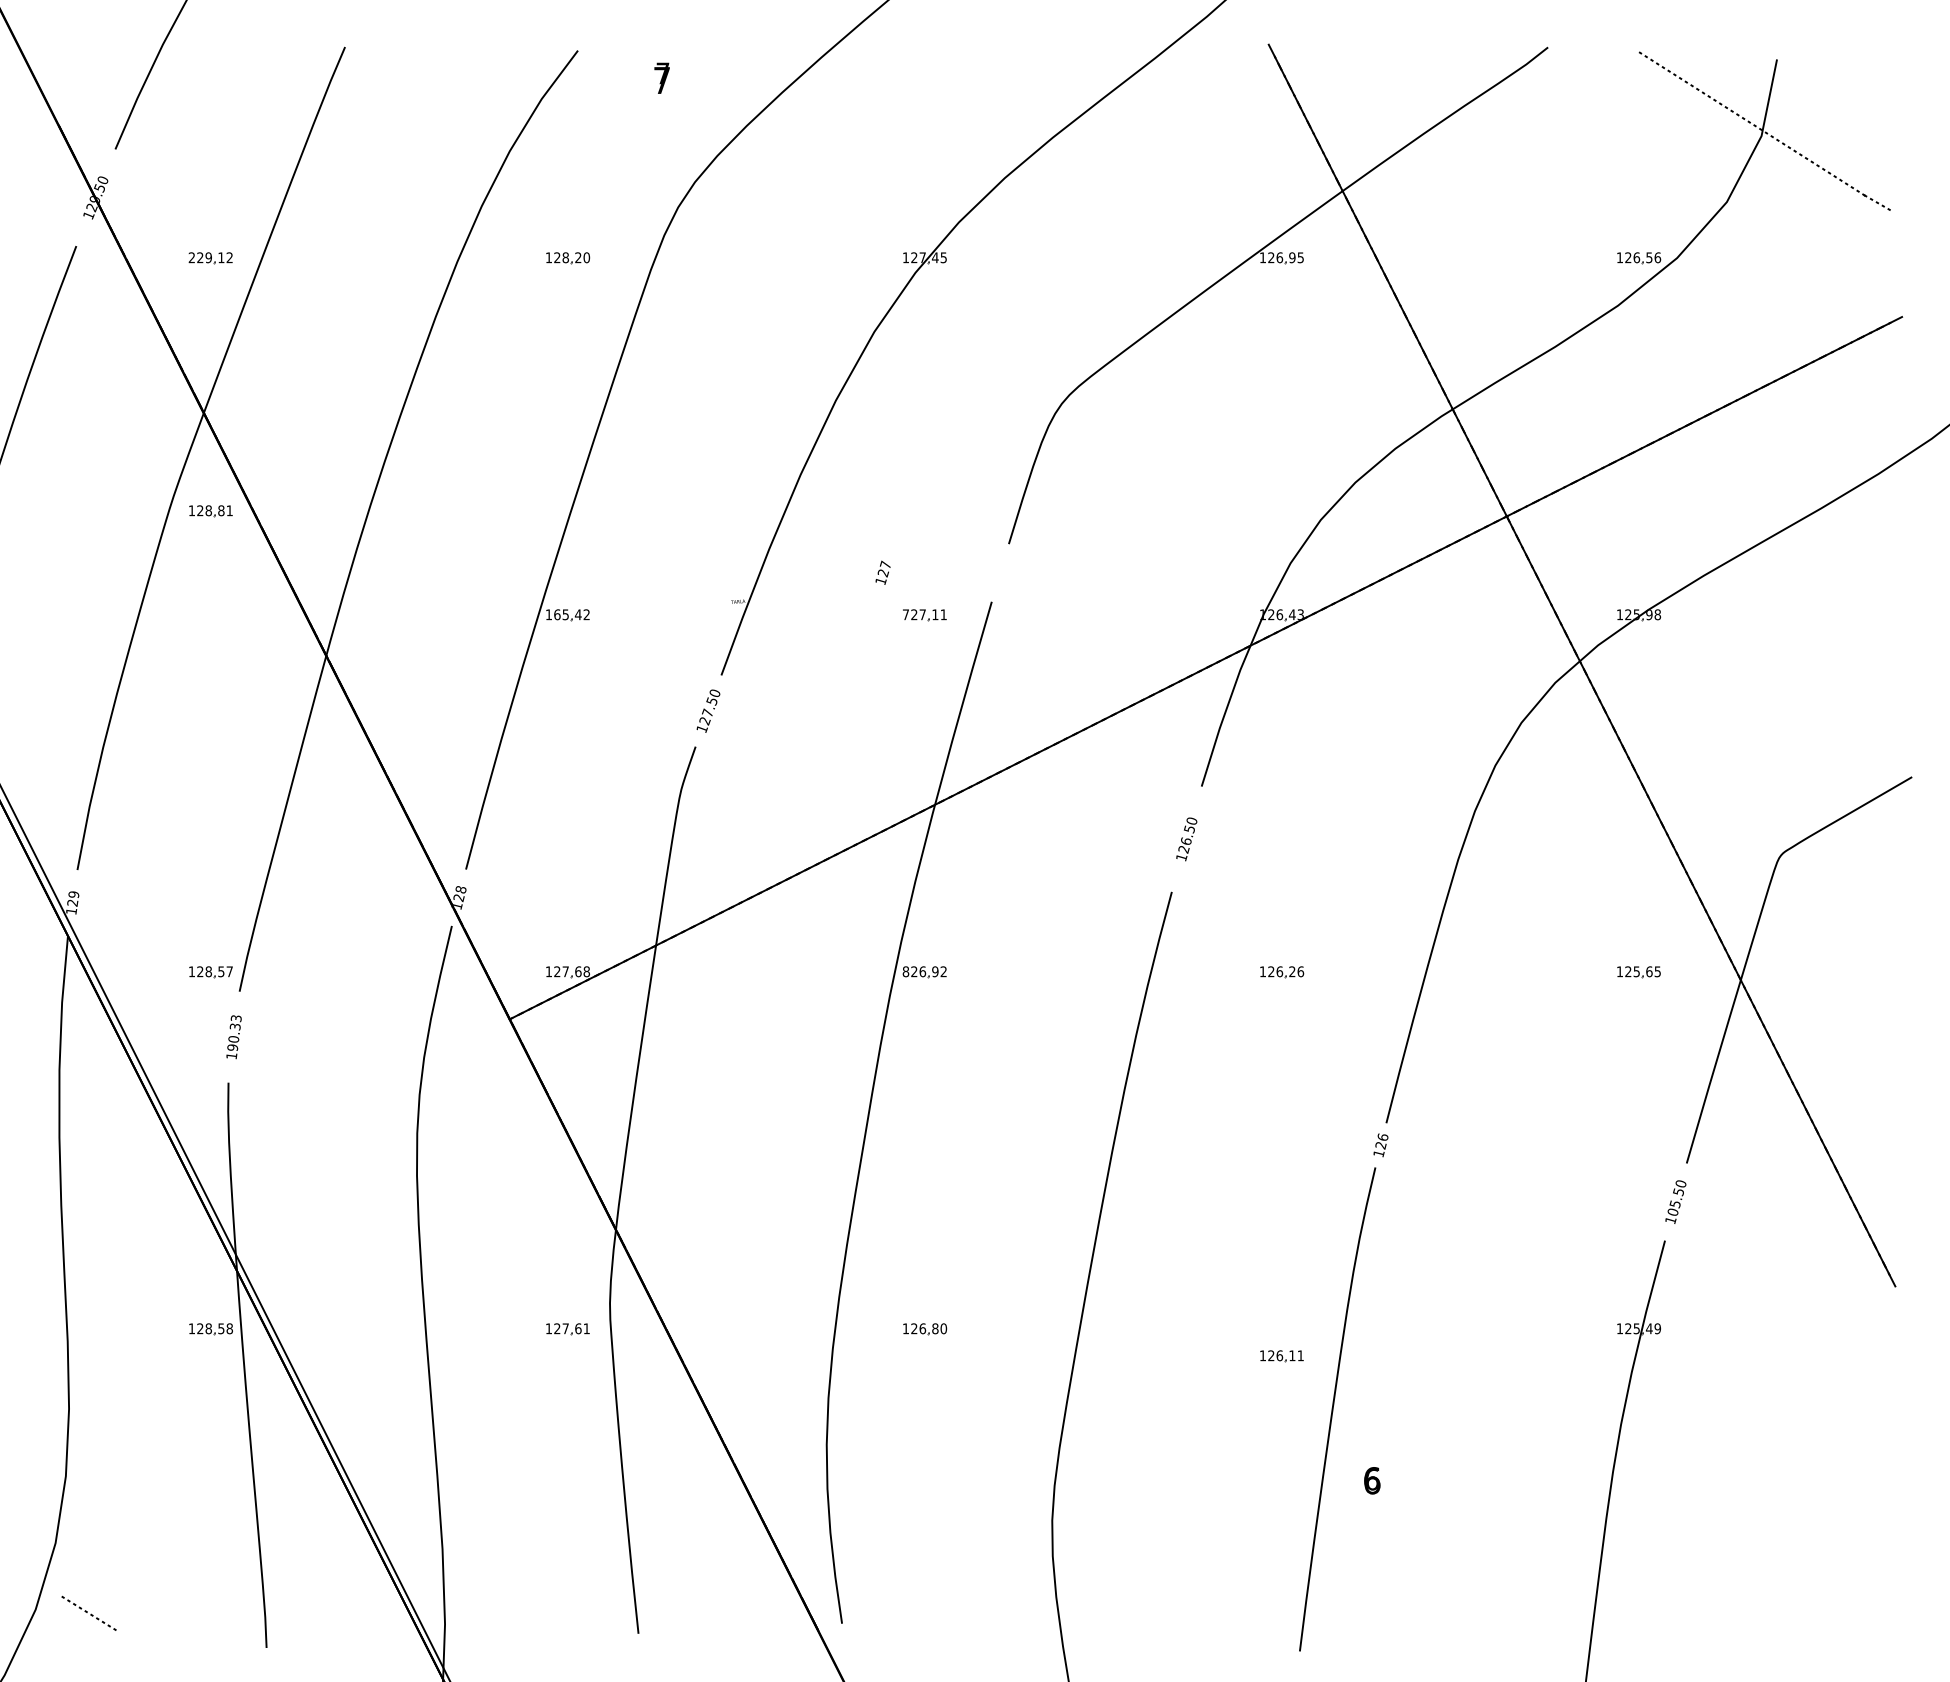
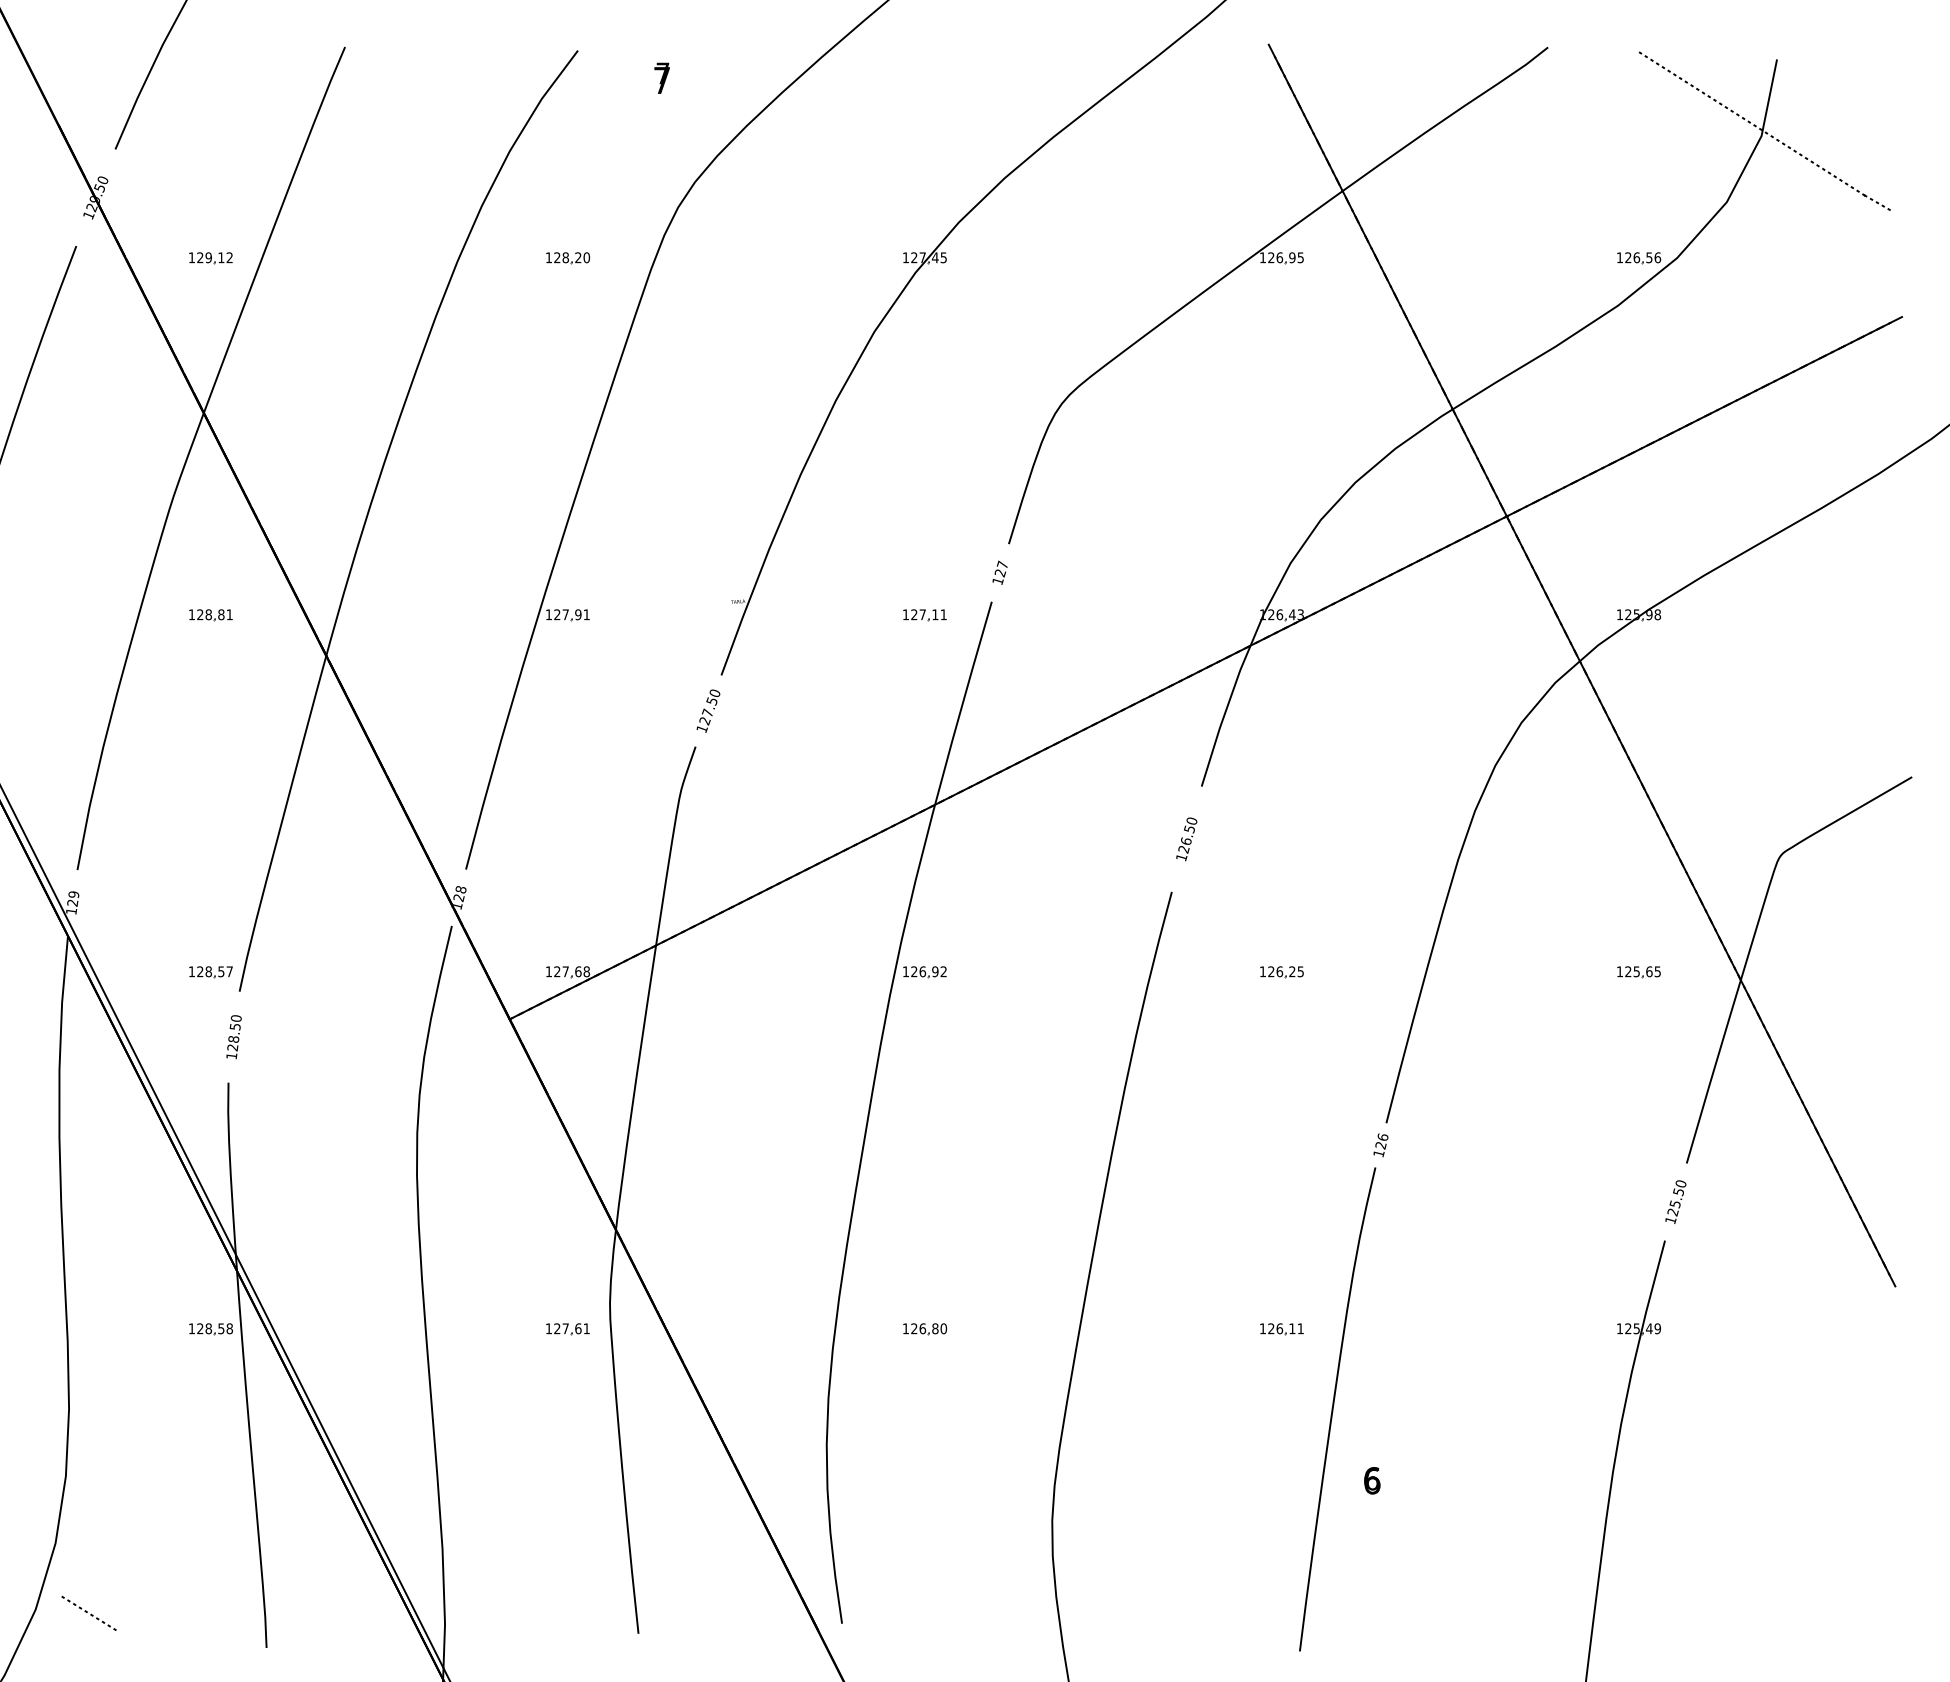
text at (191, 257): 229.12 -> 129.12
part at (210, 511) position: (210, 511) -> (210, 615)
text at (882, 572) position: (882, 572) -> (999, 572)
text at (571, 614): 165.42 -> 127.91
text at (905, 614): 727.11 -> 127.11
text at (905, 971): 826.92 -> 126.92
text at (1300, 971): 126.26 -> 126.25
text at (234, 1033): 190.33 -> 128.50
text at (1672, 1212): 105.50 -> 125.50
part at (1281, 1356) position: (1281, 1356) -> (1281, 1329)
